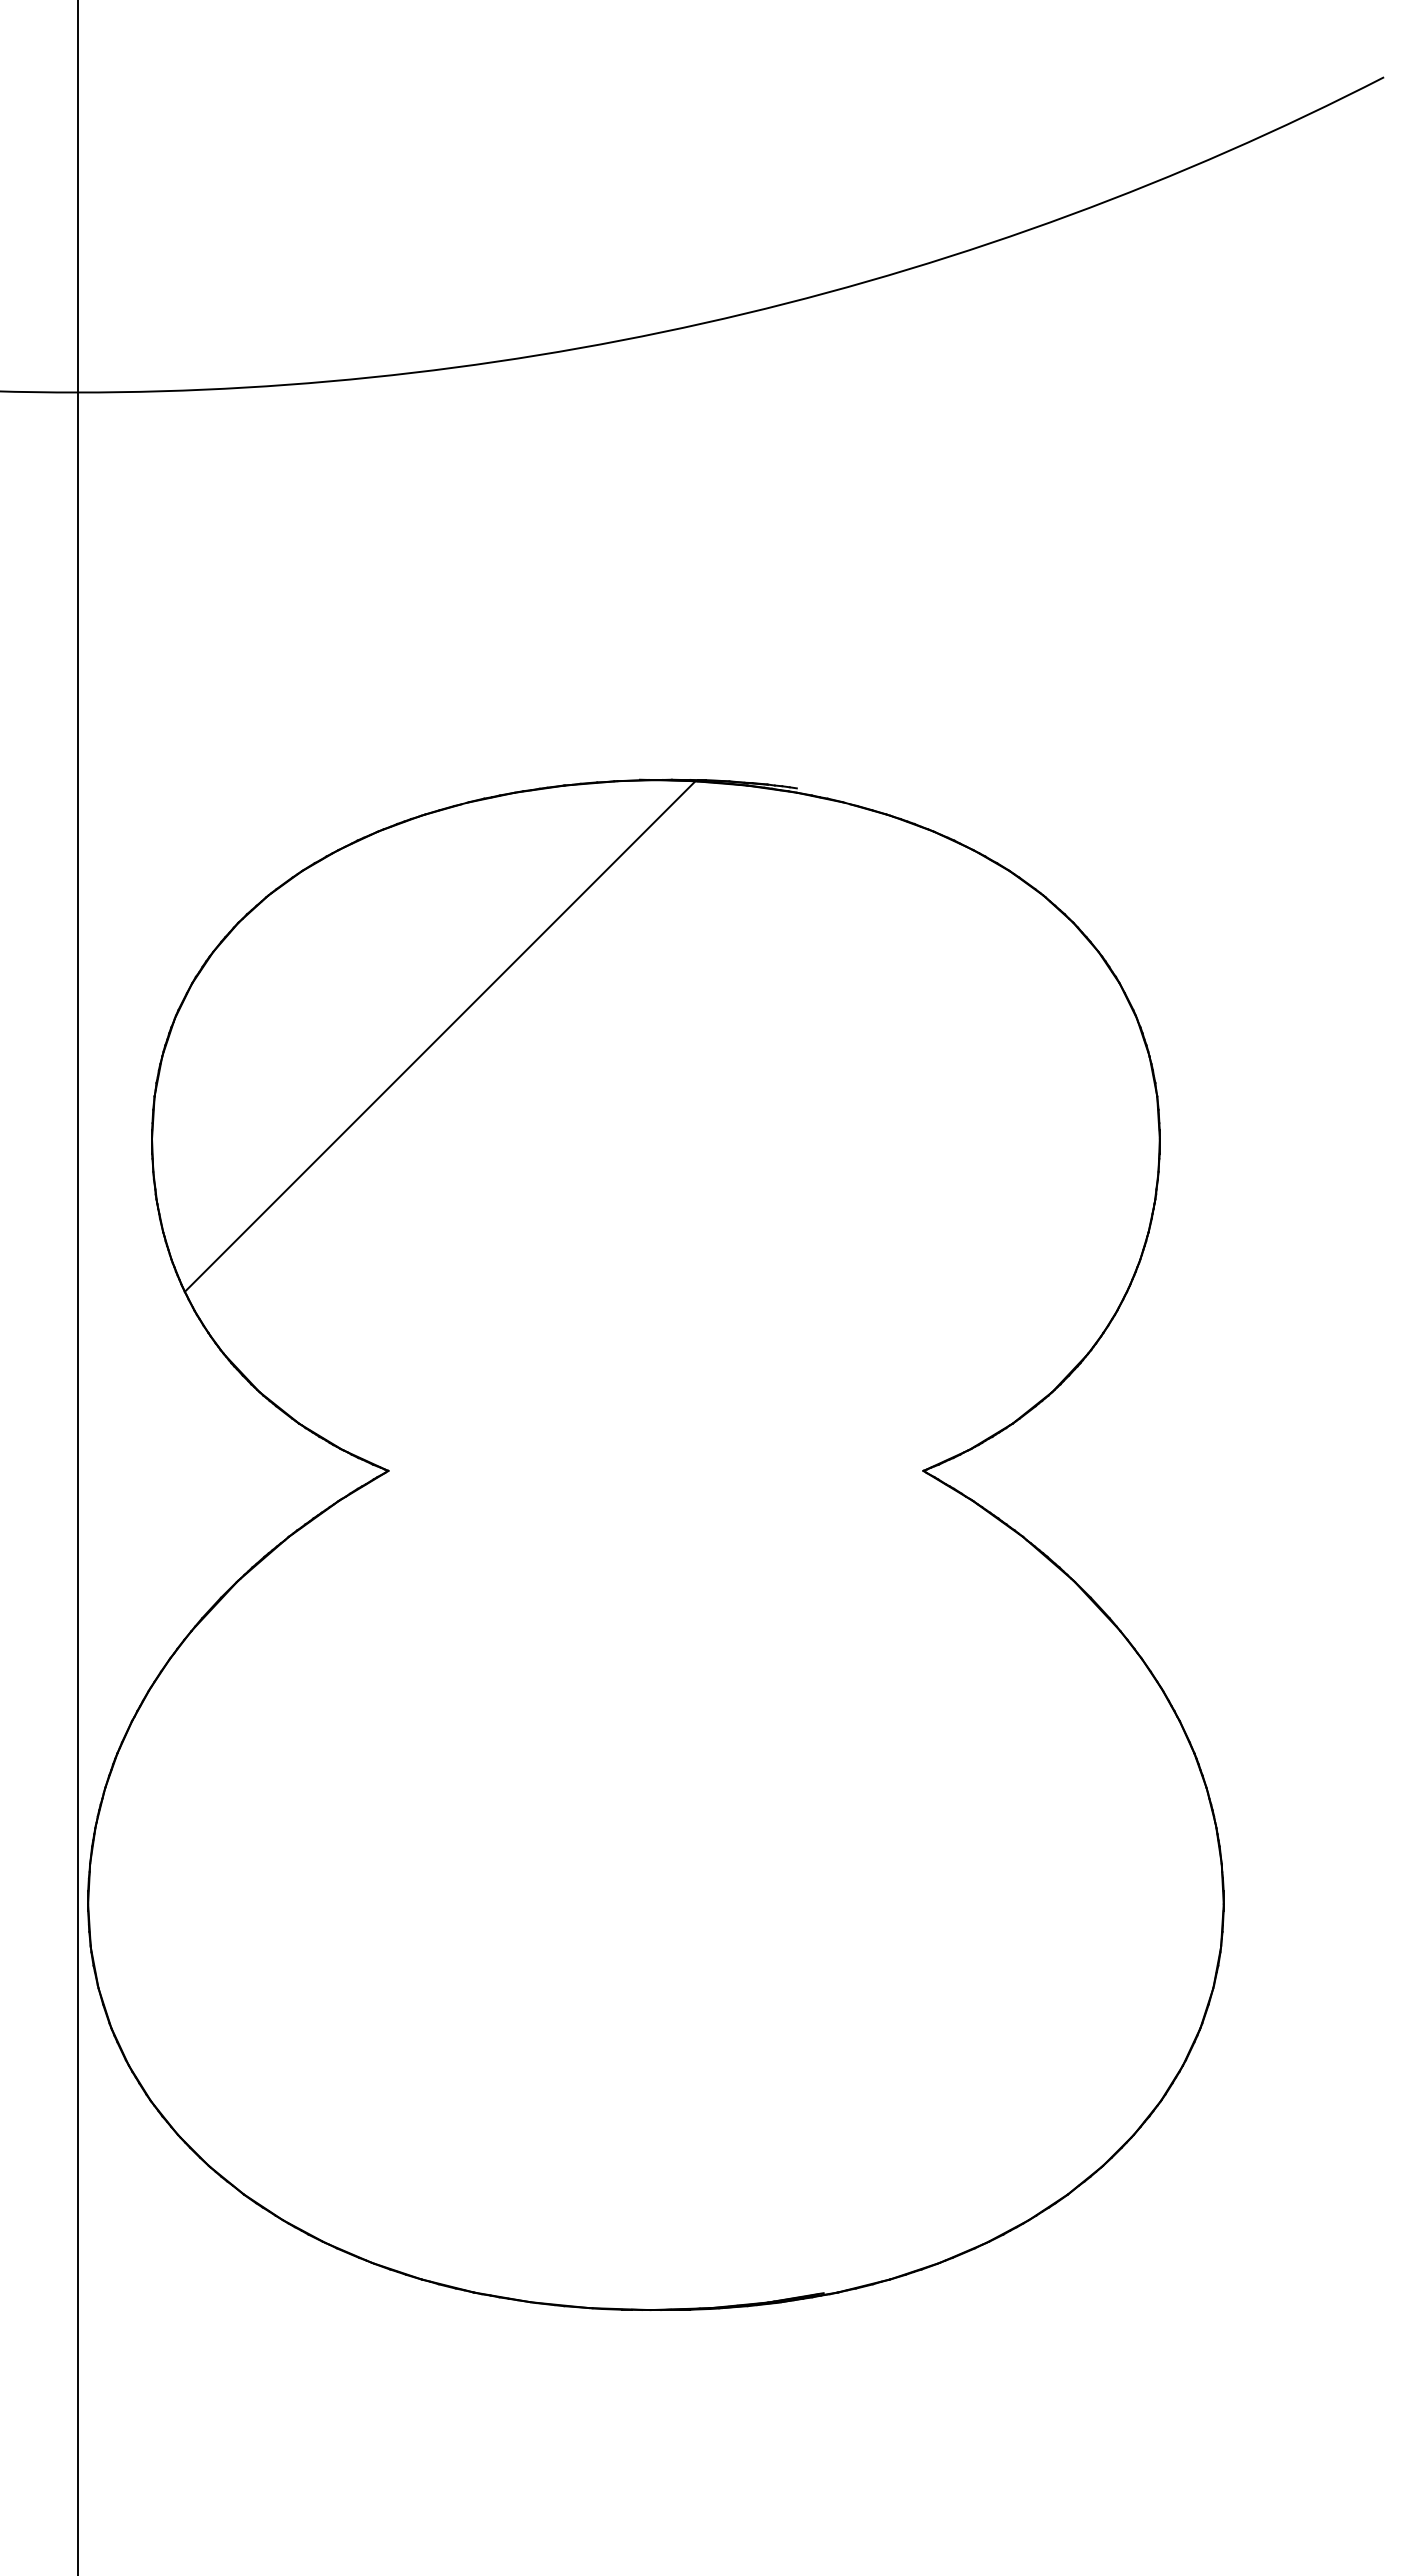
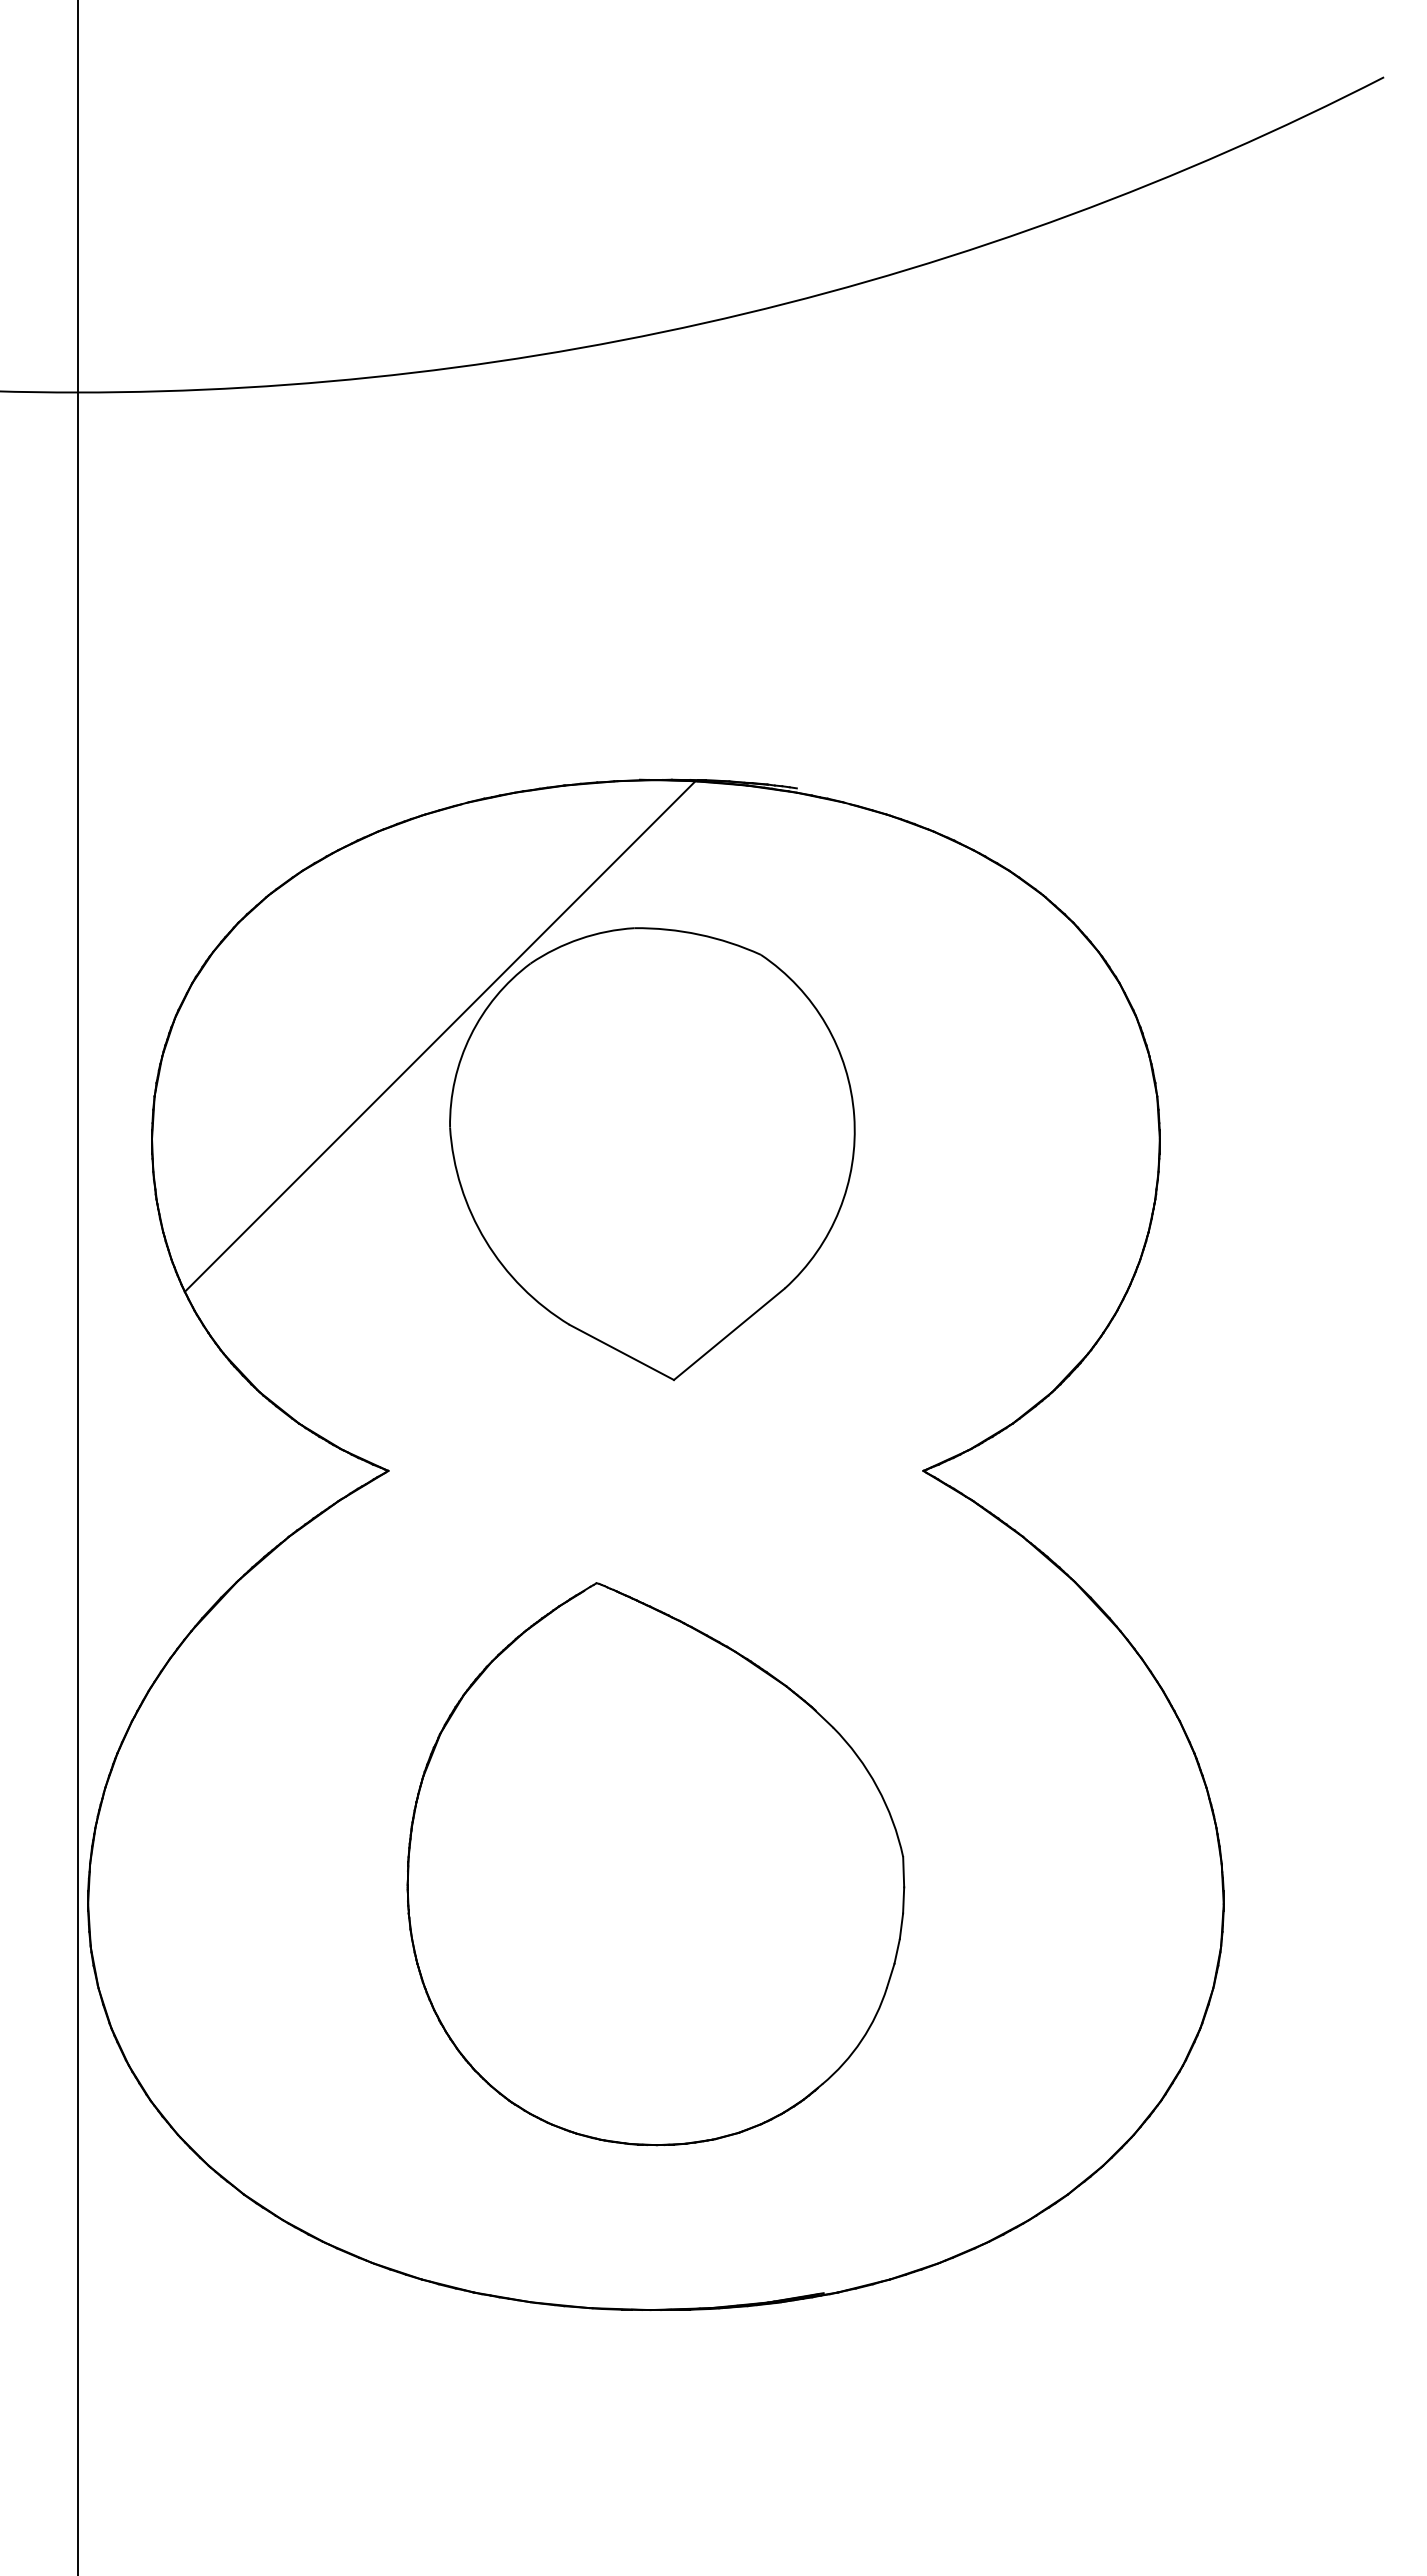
part at (652, 1154): none -> present
part at (655, 1864): none -> present
